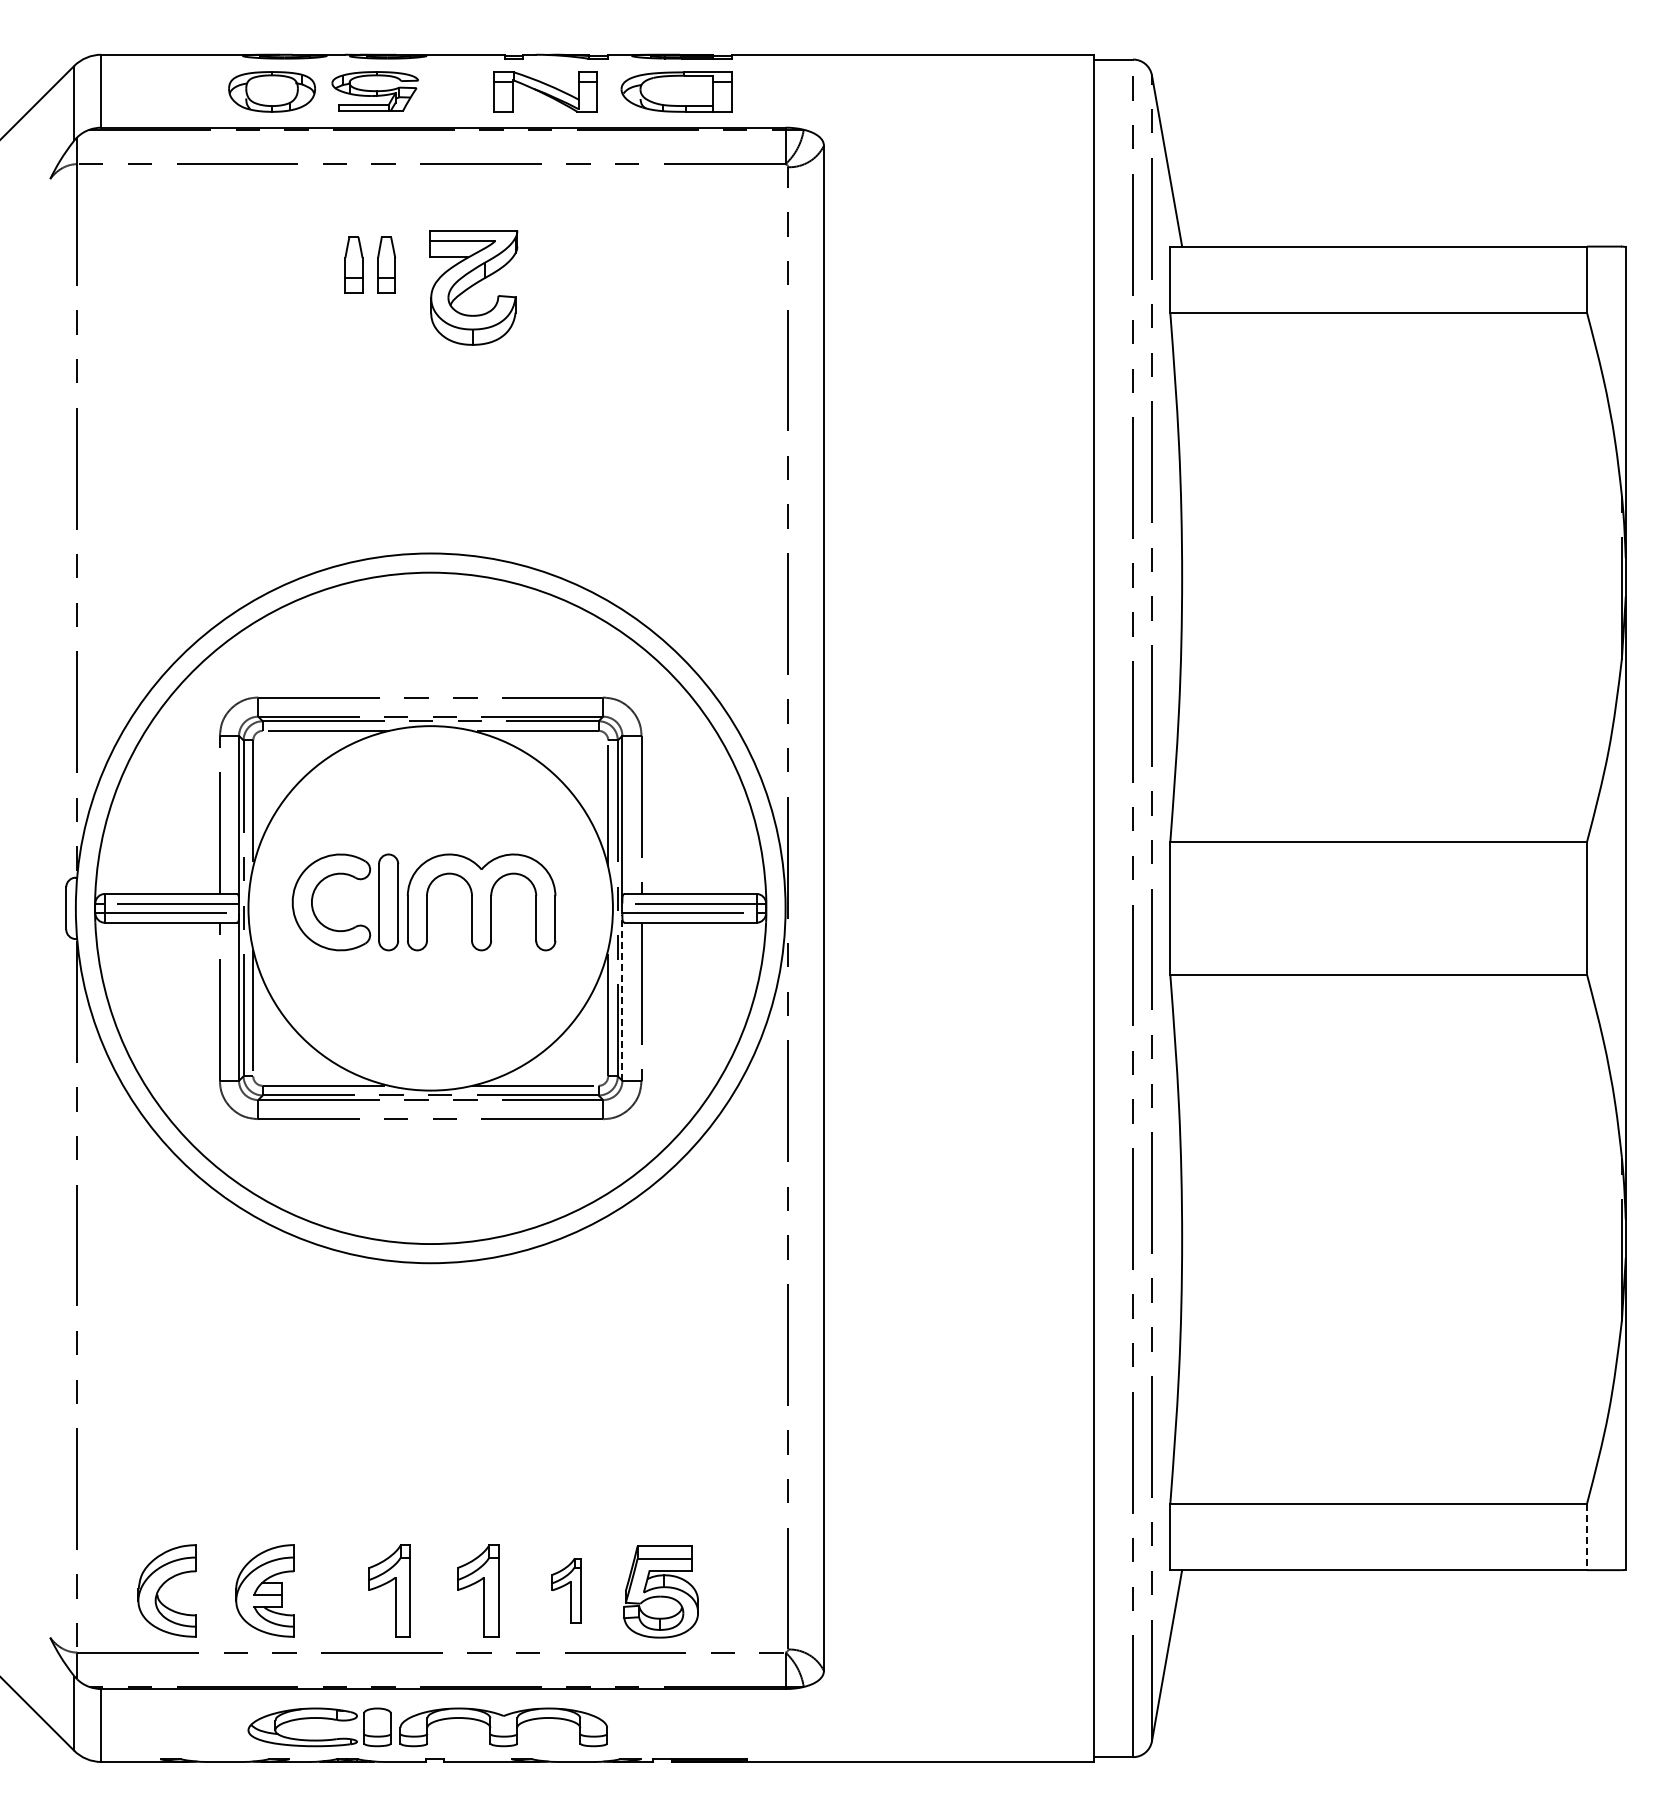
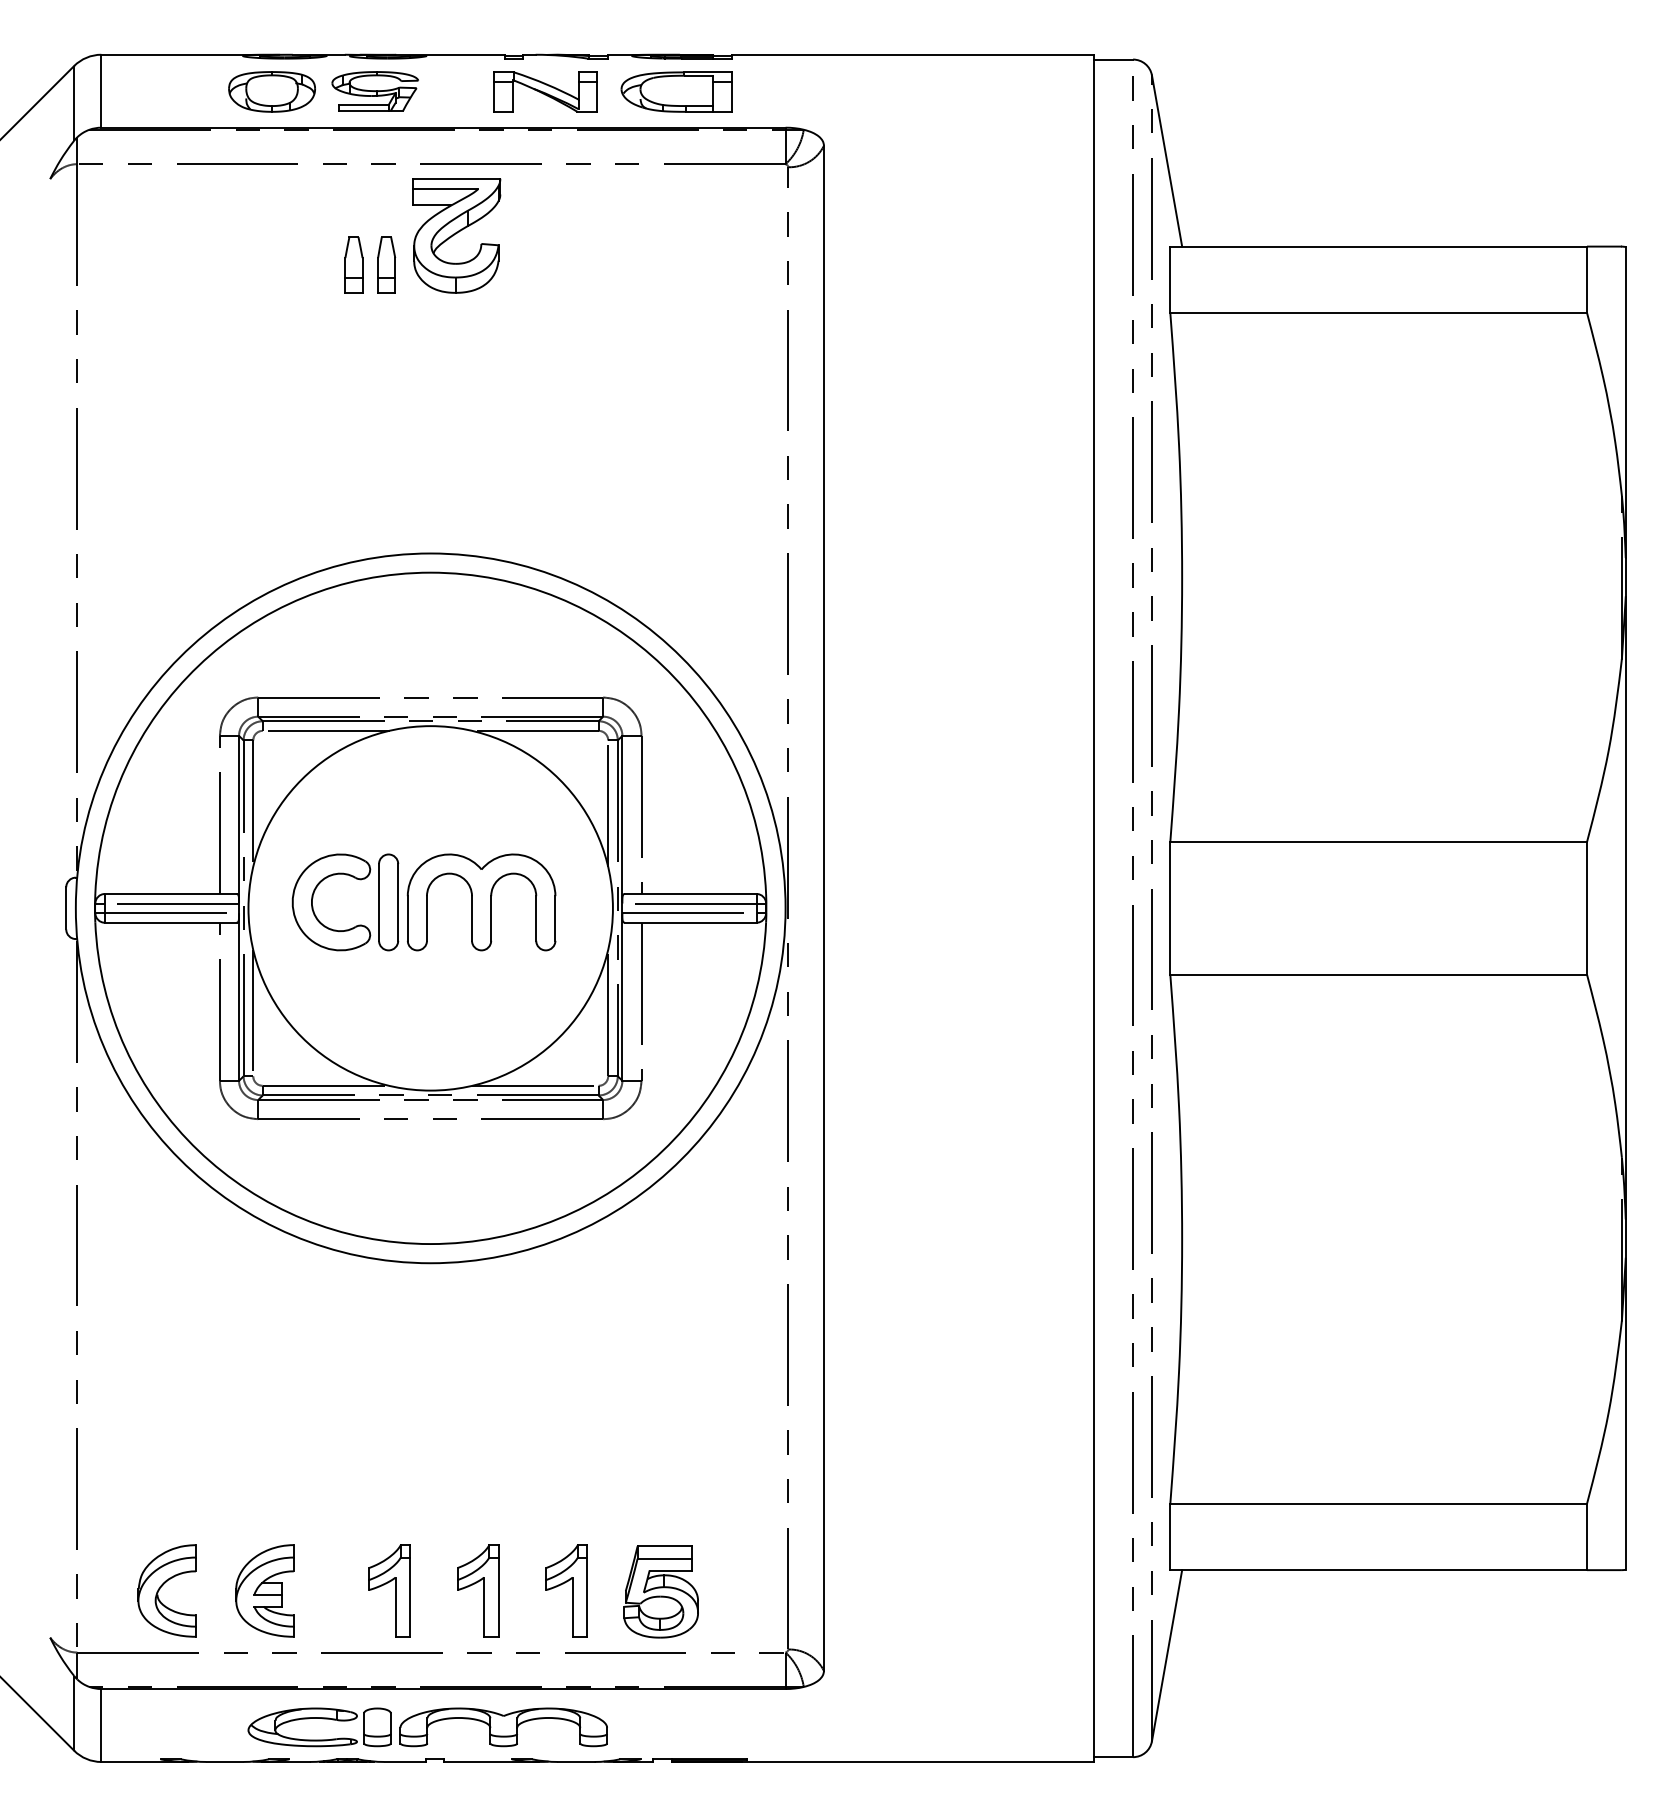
part at (473, 287) position: (473, 287) -> (456, 235)
line at (622, 997): dashed -> solid
line at (1587, 1537): dashed -> solid
part at (566, 1590) size: 31x66 px -> 43x94 px
